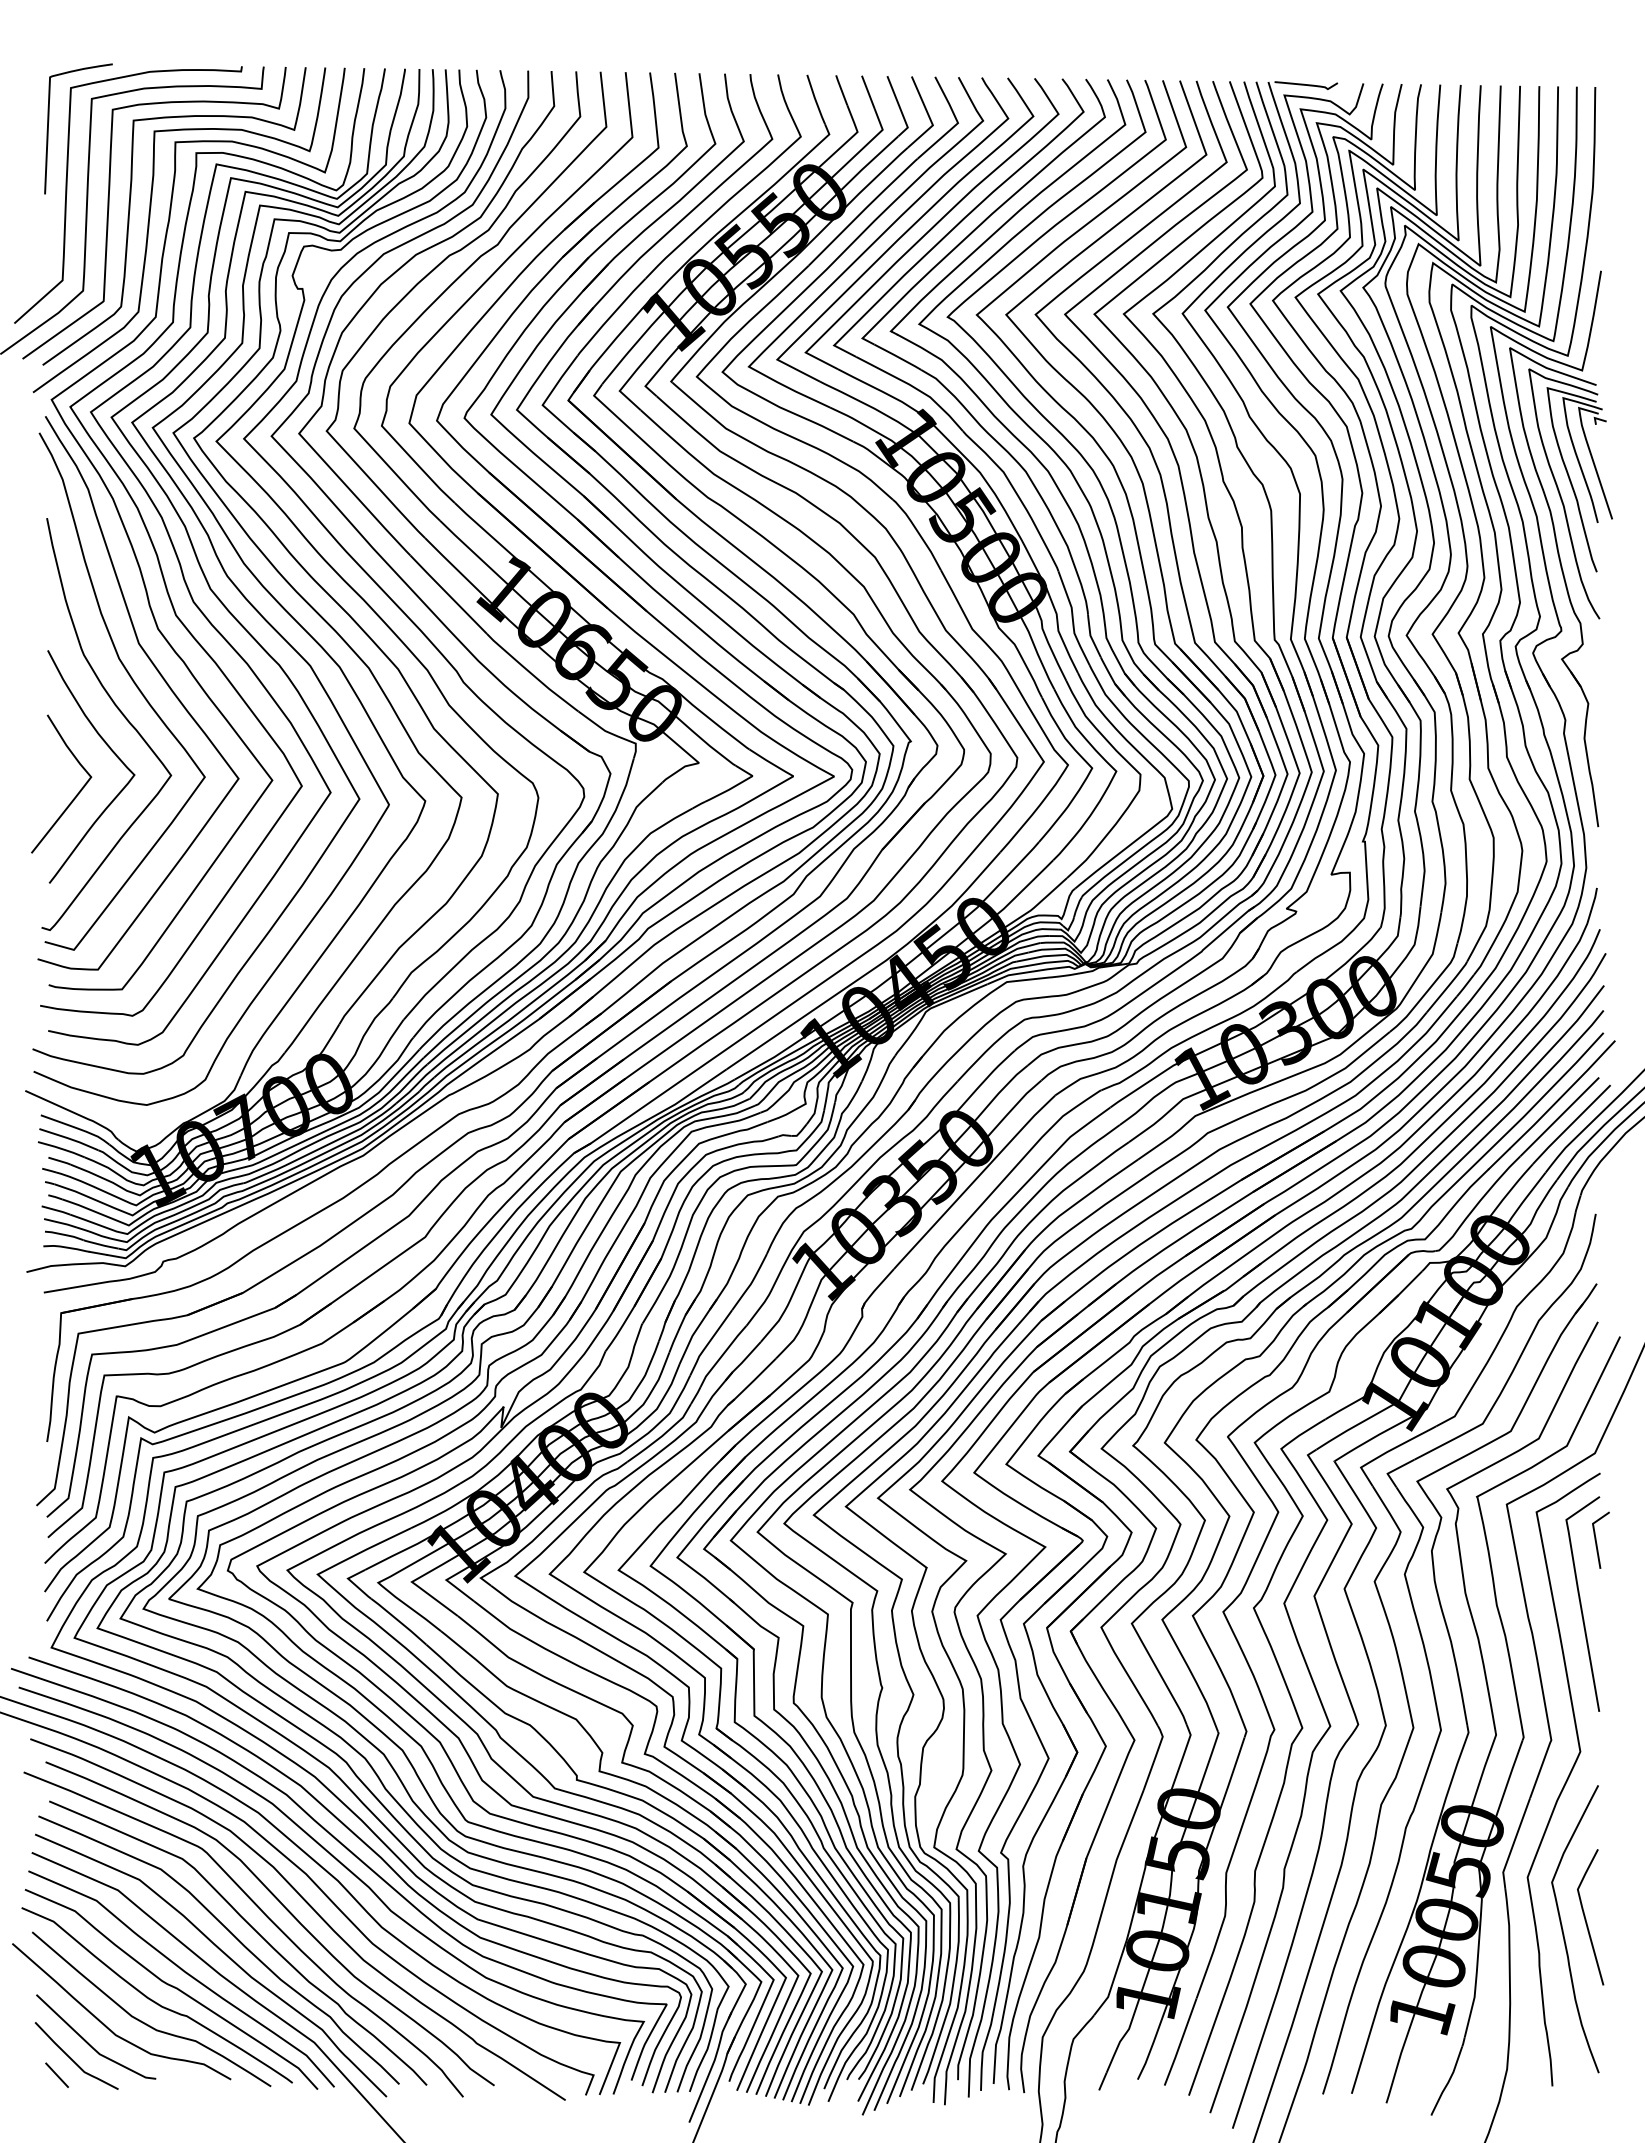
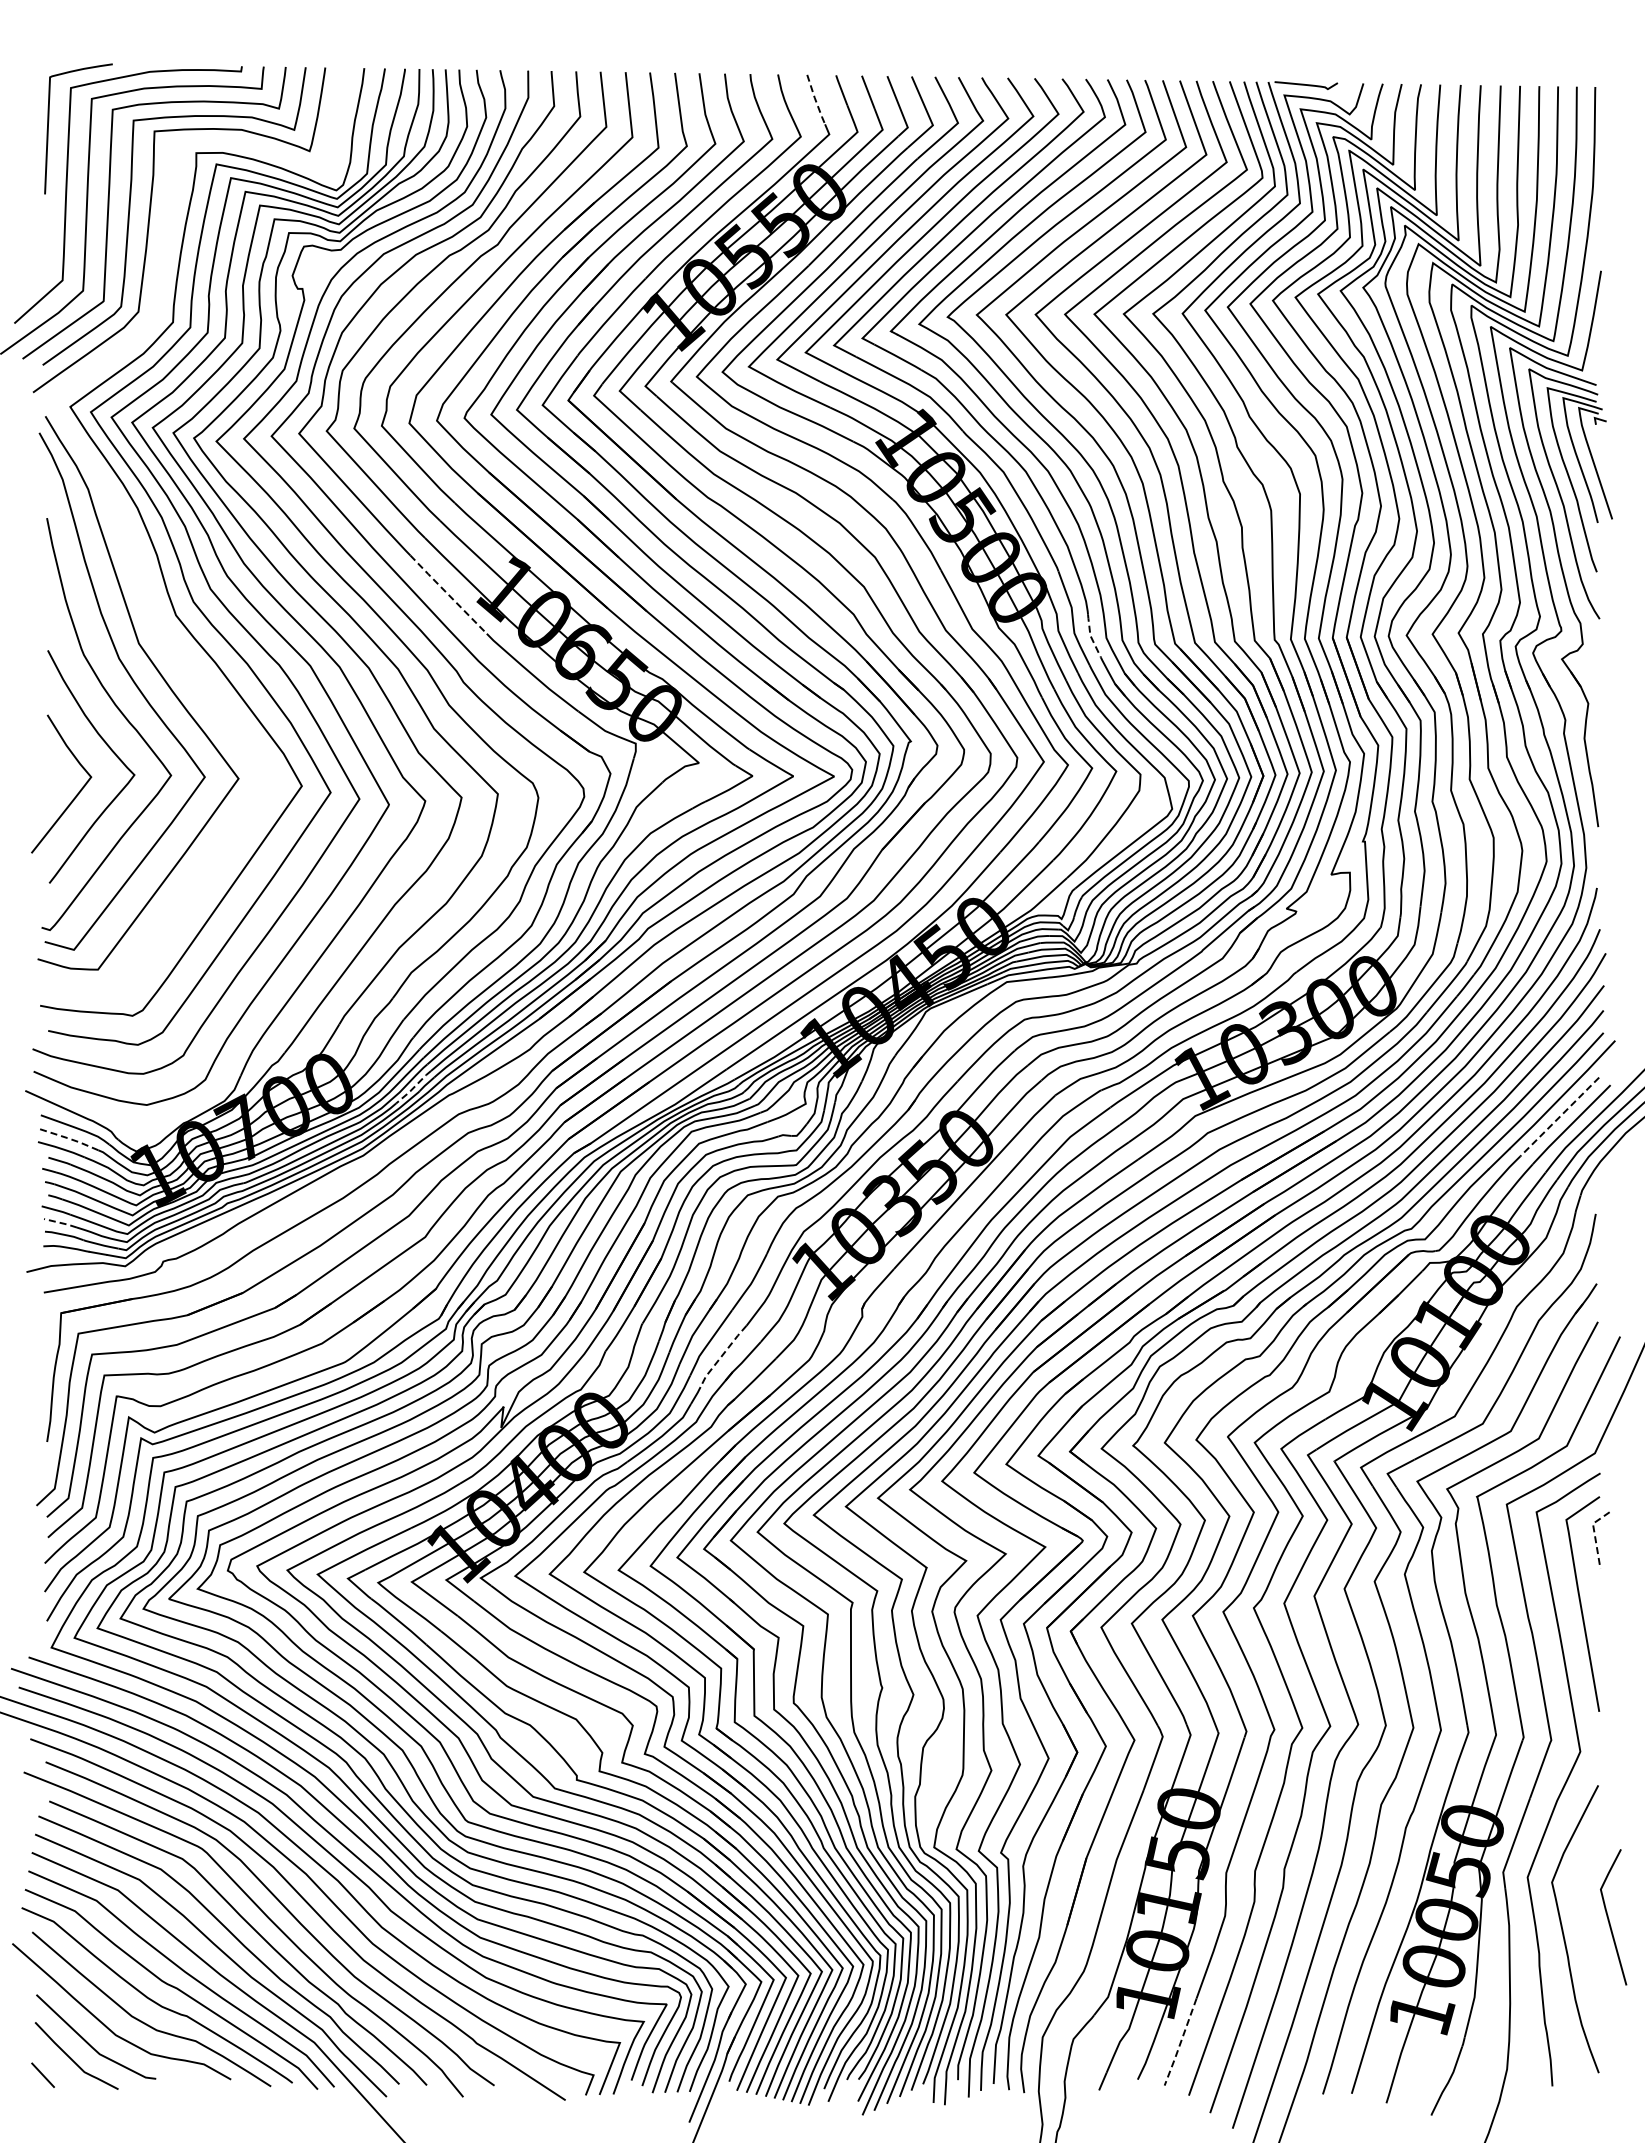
line at (815, 100): solid -> dashed
curve at (135, 552): present -> none
line at (448, 594): solid -> dashed
line at (1090, 636): solid -> dashed
line at (414, 1087): solid -> dashed
line at (1559, 1116): solid -> dashed
line at (69, 1138): solid -> dashed
line at (61, 1223): solid -> dashed
line at (721, 1356): solid -> dashed
line at (1594, 1535): solid -> dashed
curve at (1586, 1918) position: (1586, 1918) -> (1609, 1918)
line at (1180, 2042): solid -> dashed
line at (56, 2074) position: (56, 2074) -> (42, 2074)
